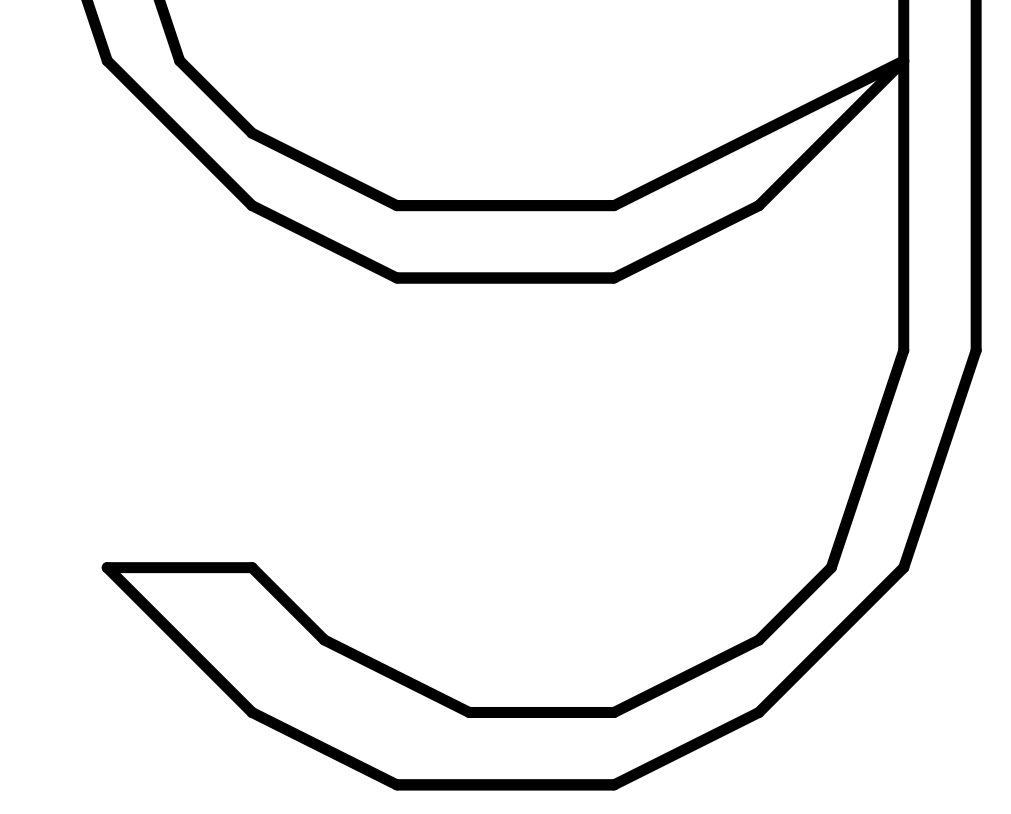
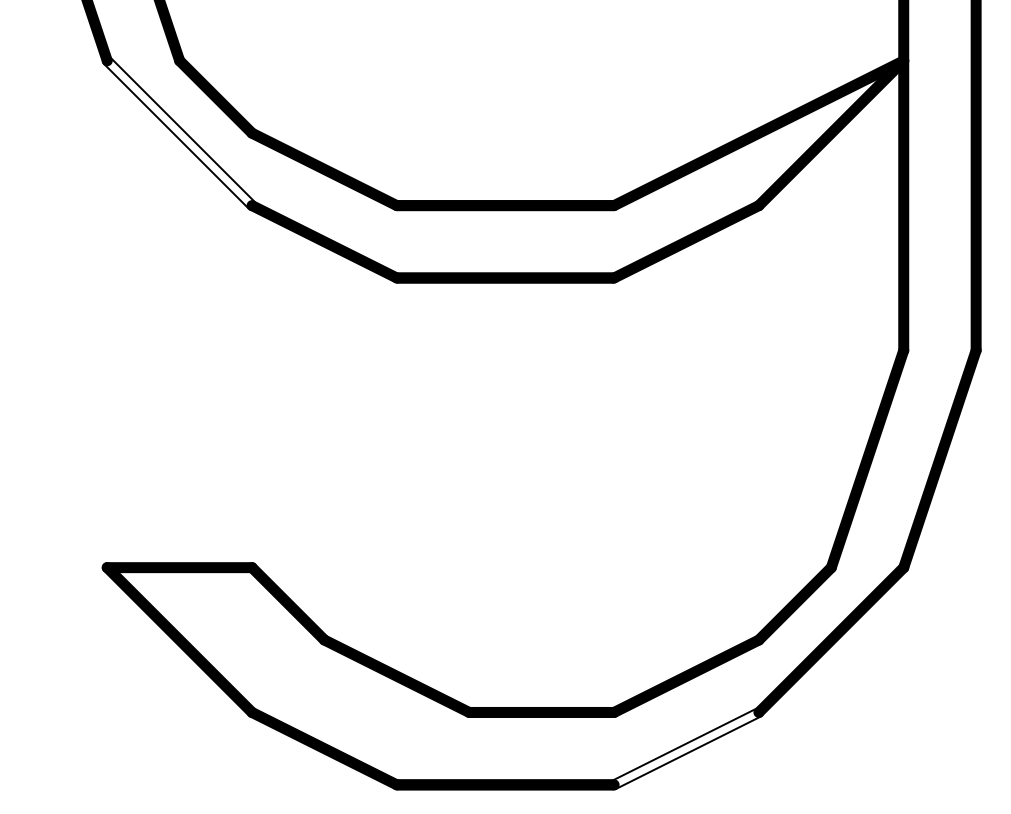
fill at (179, 133): present -> none
fill at (686, 748): present -> none
